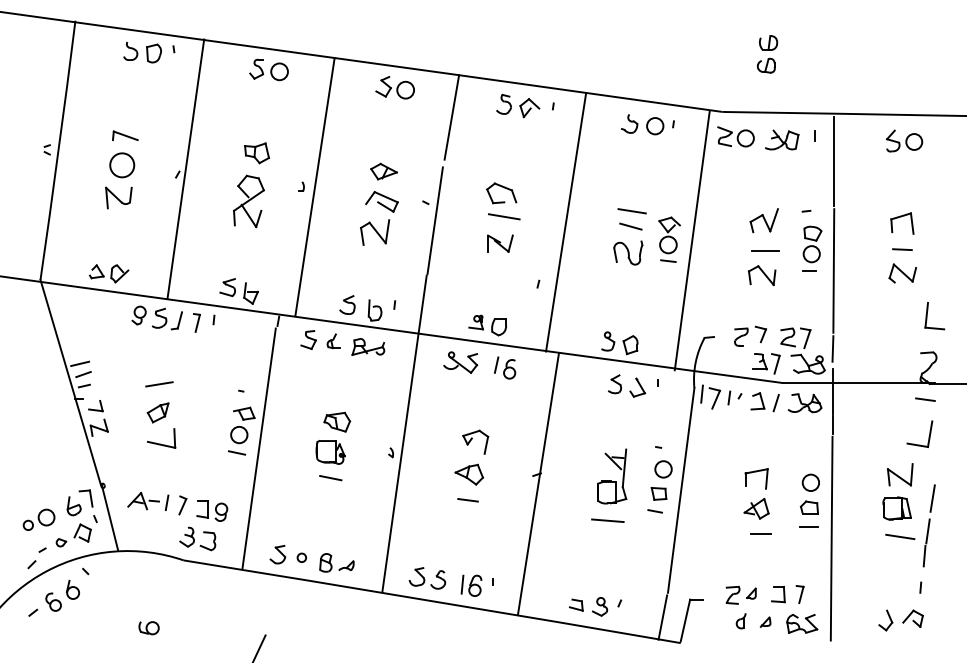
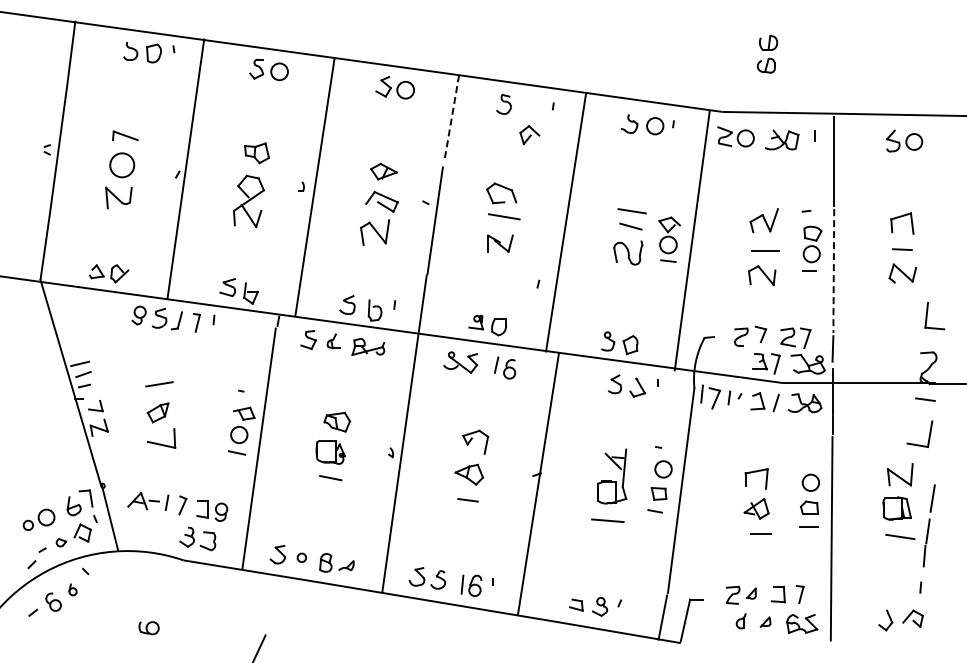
part at (529, 108) position: (529, 108) -> (529, 135)
line at (451, 117): solid -> dashed
line at (833, 270): solid -> dashed
part at (72, 589) size: 14x20 px -> 10x14 px
